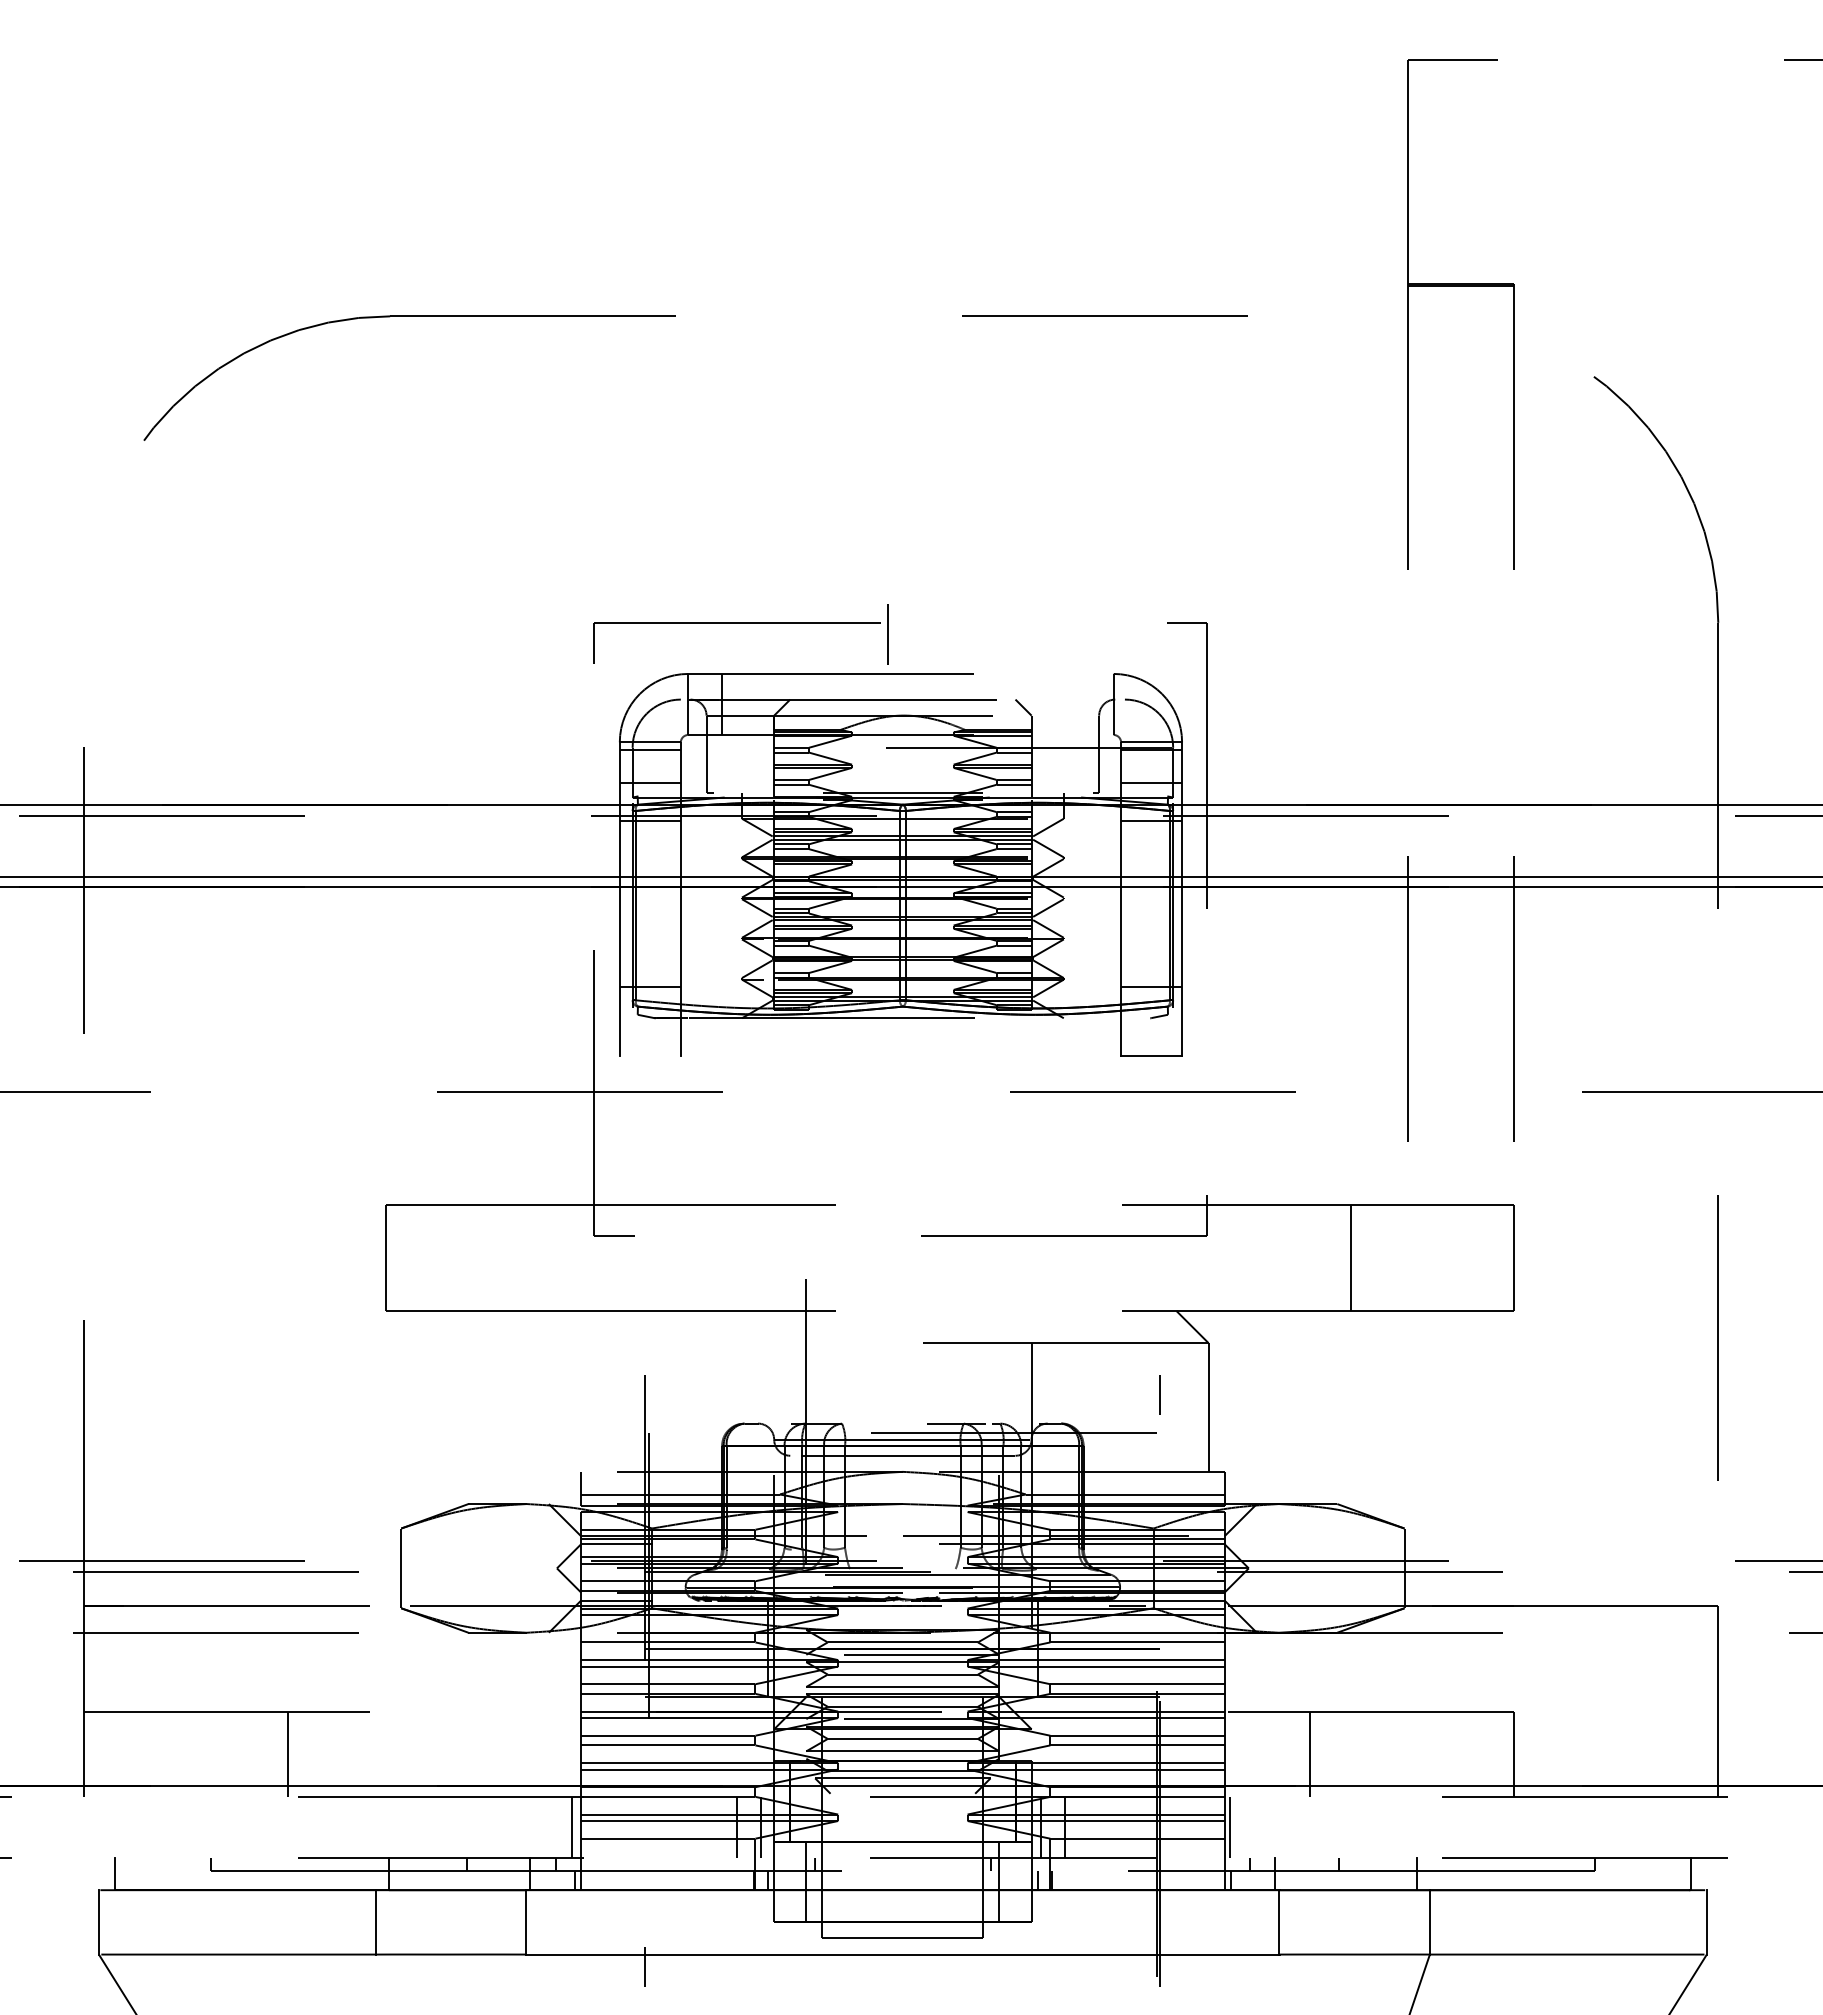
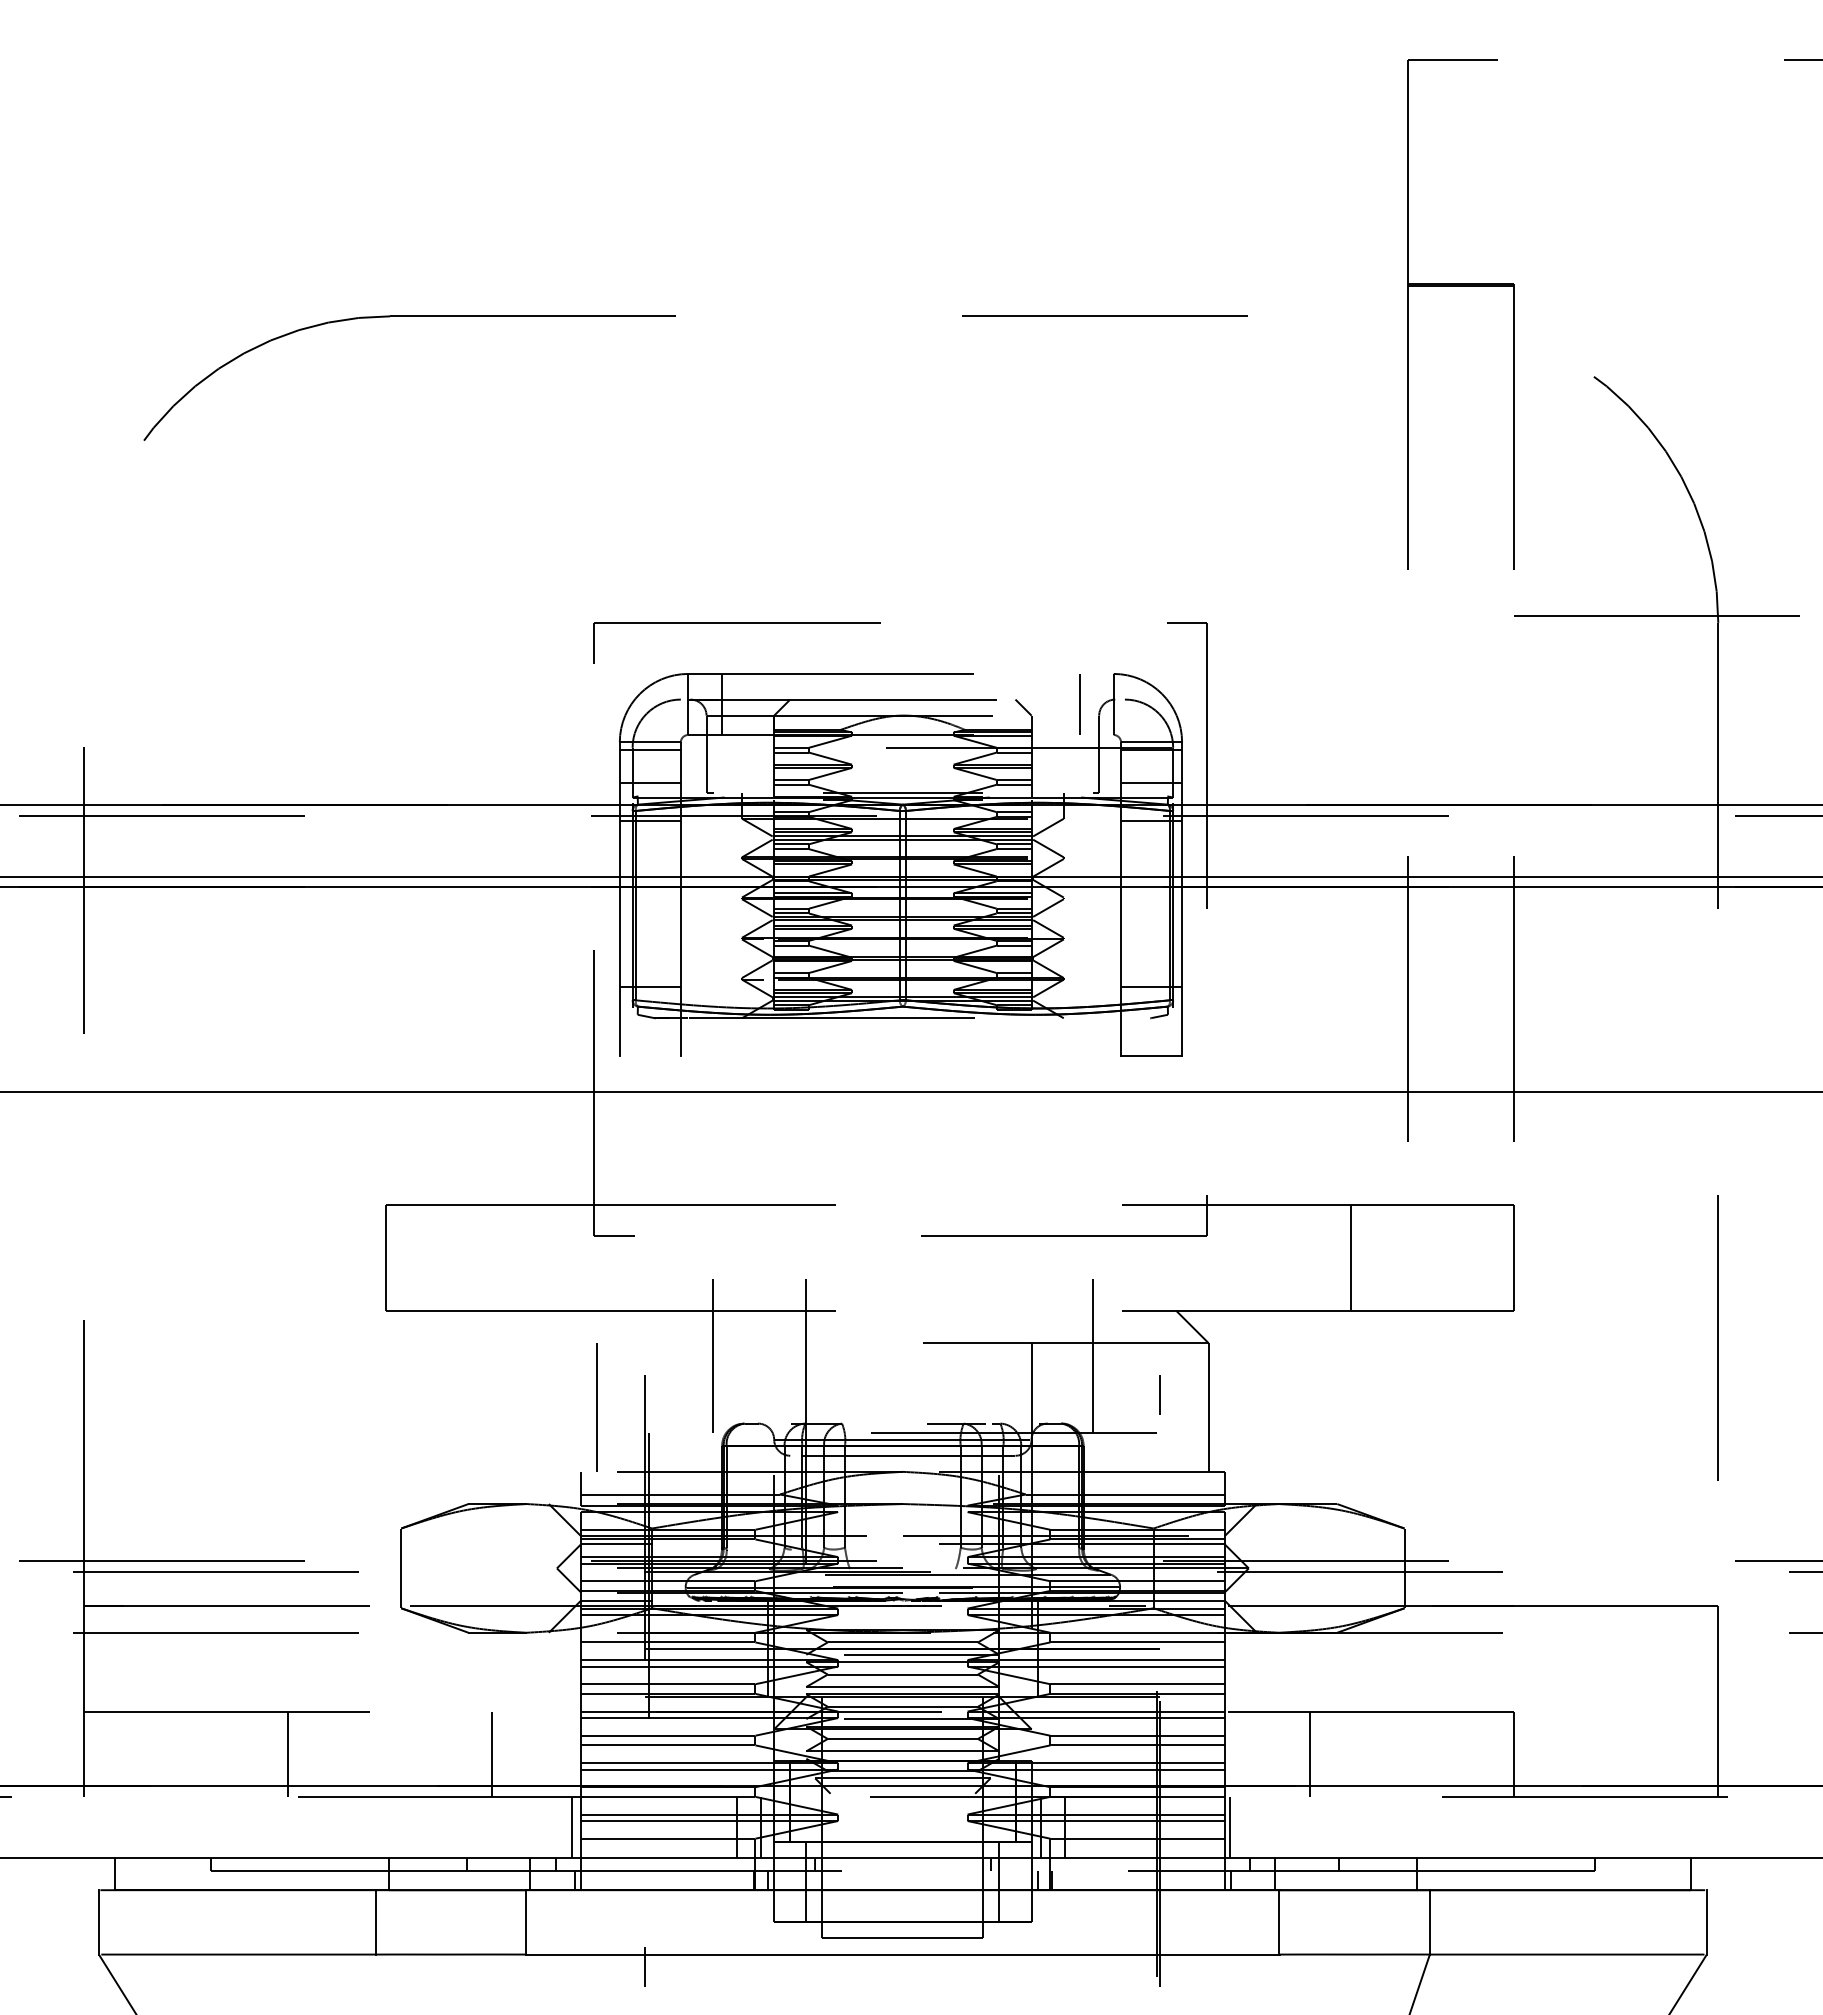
line at (1666, 616): none -> present
line at (887, 634) position: (887, 634) -> (1079, 704)
line at (911, 1091): dashed -> solid
line at (713, 1355): none -> present
line at (1092, 1355): none -> present
line at (596, 1407): none -> present
line at (492, 1753): none -> present
line at (911, 1858): dashed -> solid
